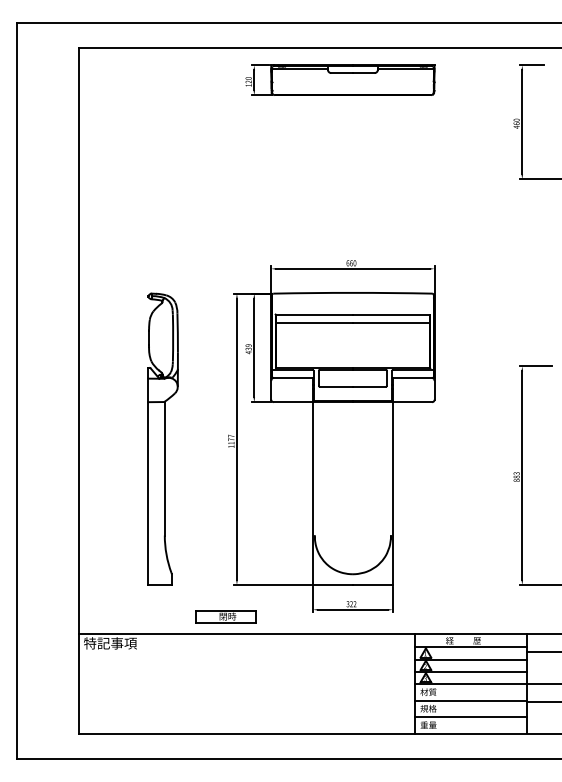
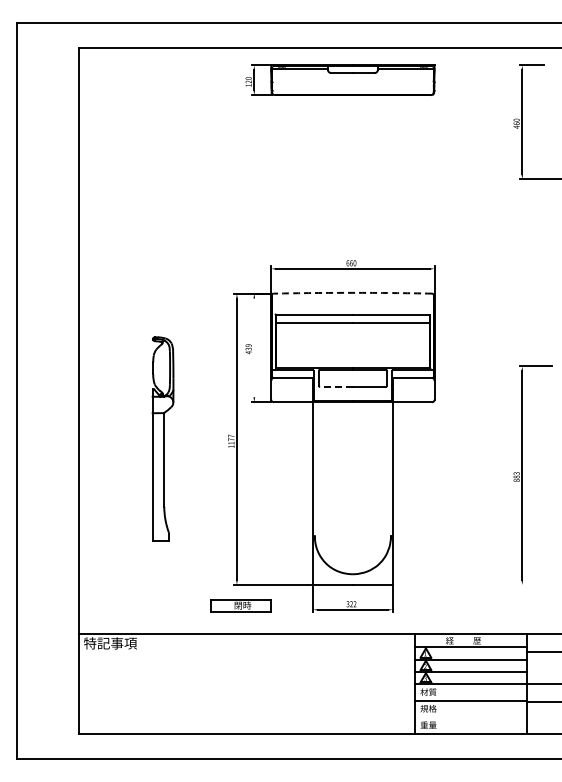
arc at (352, 292): solid -> dashed
line at (254, 347): present -> none
line at (336, 386): solid -> dashed
part at (162, 438) size: 32x294 px -> 24x206 px
line at (538, 584): present -> none
part at (225, 616) position: (225, 616) -> (240, 605)
line at (470, 717): present -> none
